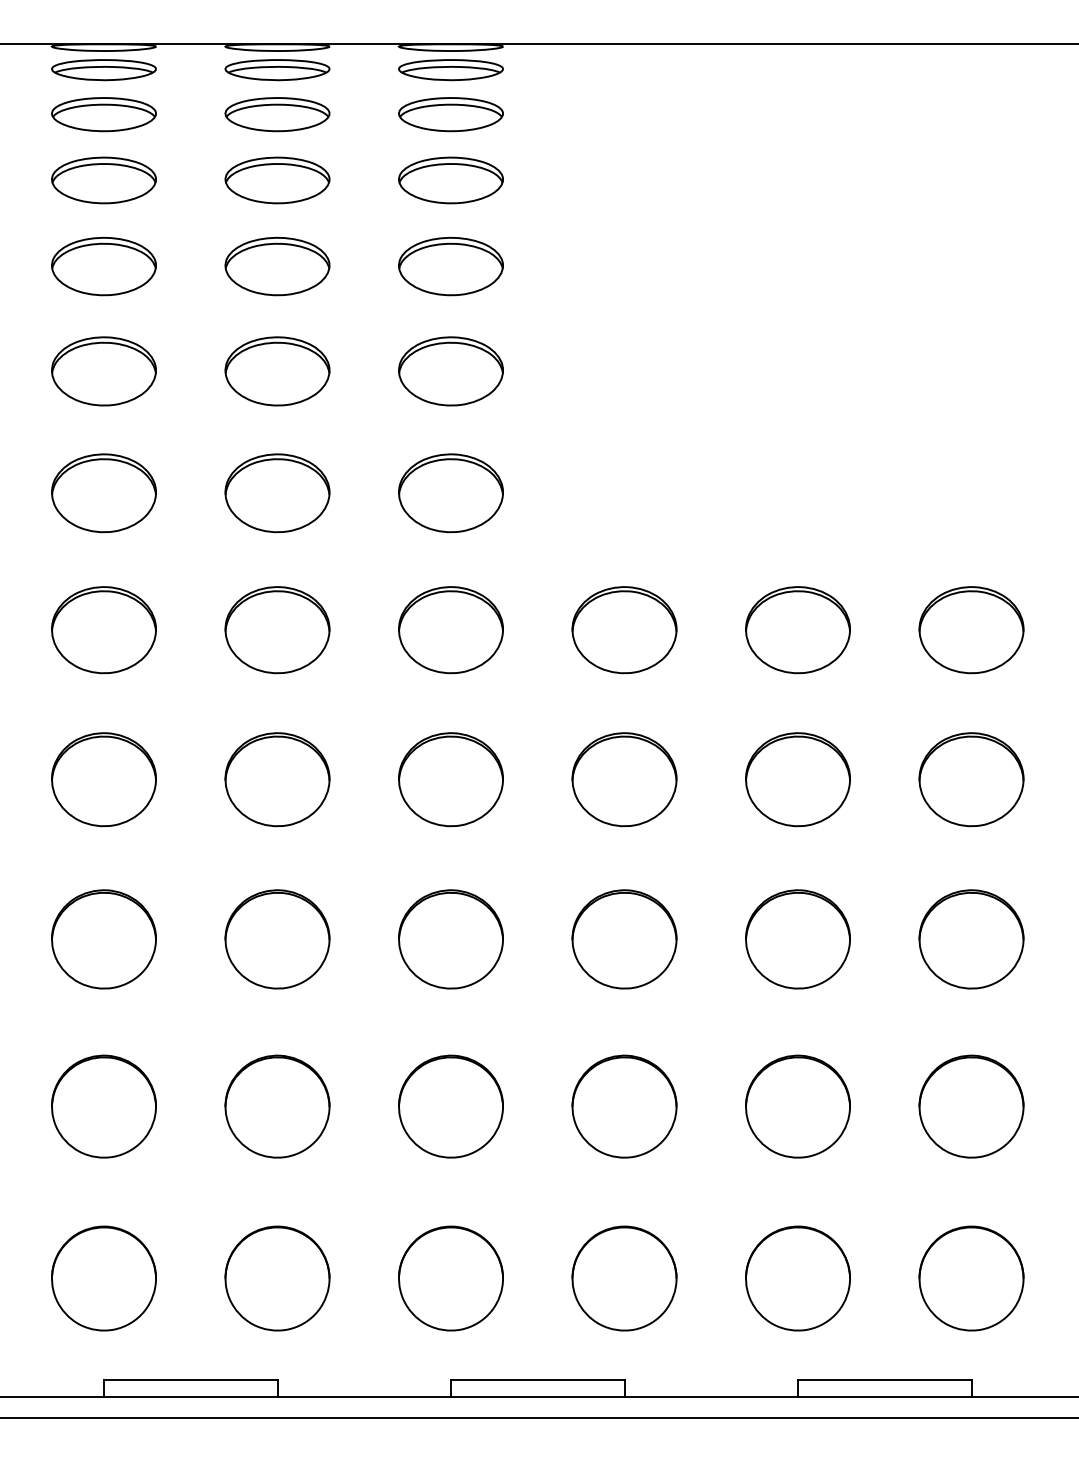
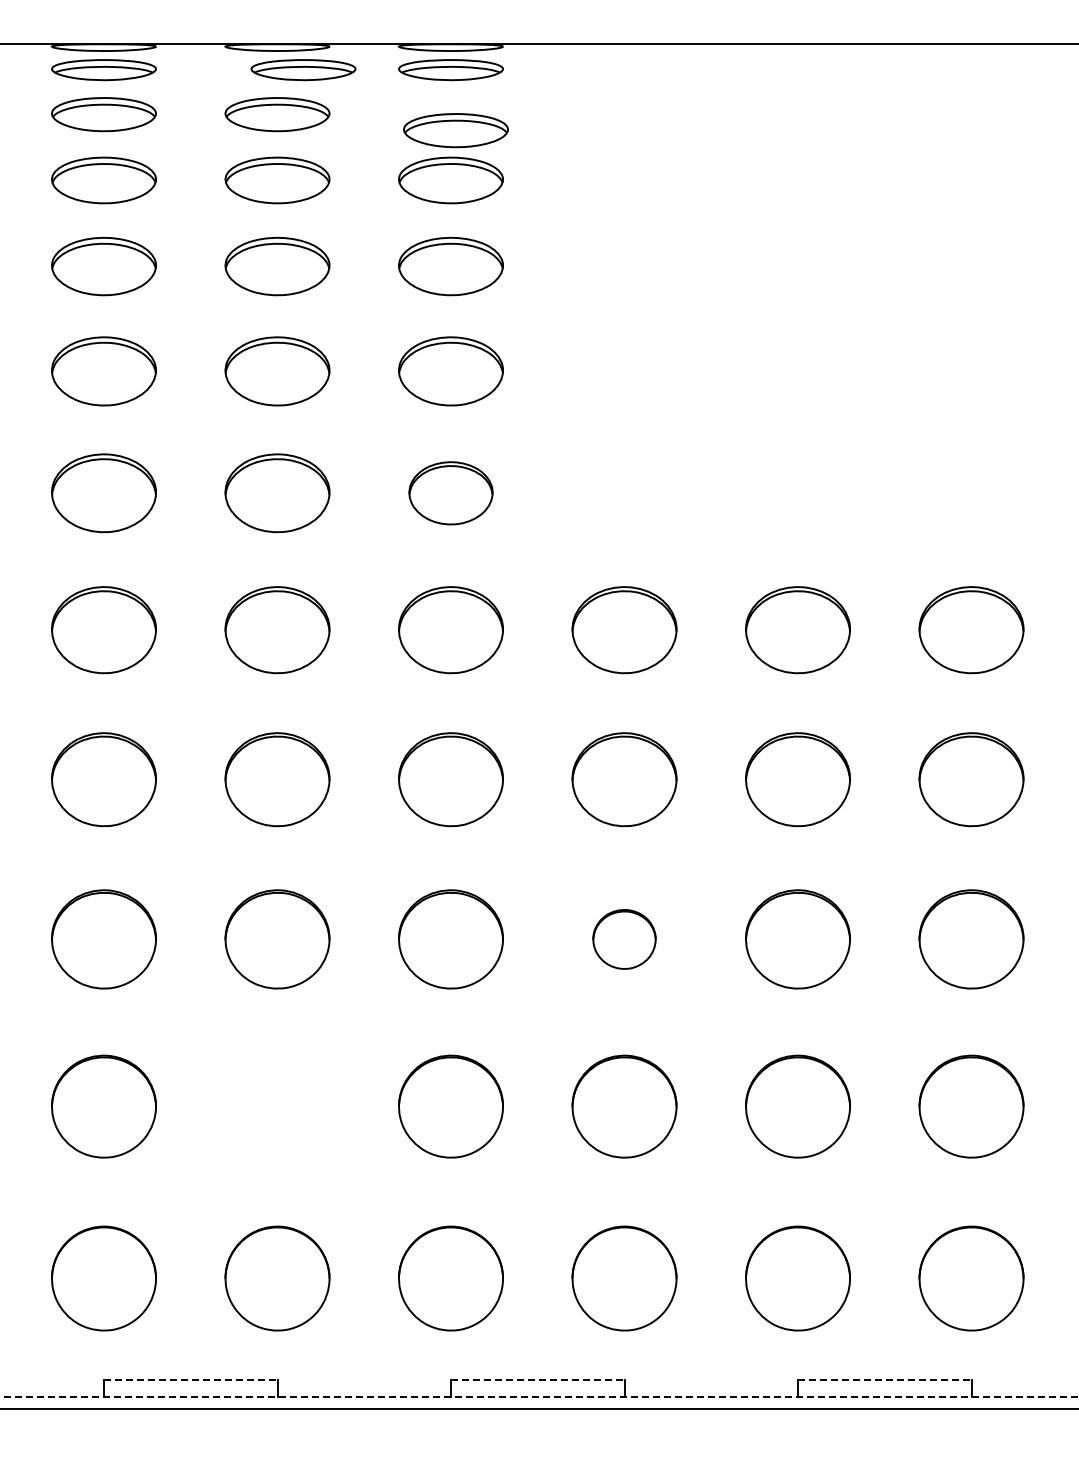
part at (277, 70) position: (277, 70) -> (303, 70)
part at (450, 114) position: (450, 114) -> (455, 130)
part at (450, 493) size: 106x81 px -> 86x65 px
part at (624, 939) size: 107x101 px -> 65x61 px
part at (277, 1106): present -> none
line at (190, 1379): solid -> dashed
line at (537, 1379): solid -> dashed
line at (884, 1379): solid -> dashed
line at (539, 1397): solid -> dashed
line at (538, 1418) position: (538, 1418) -> (538, 1409)
